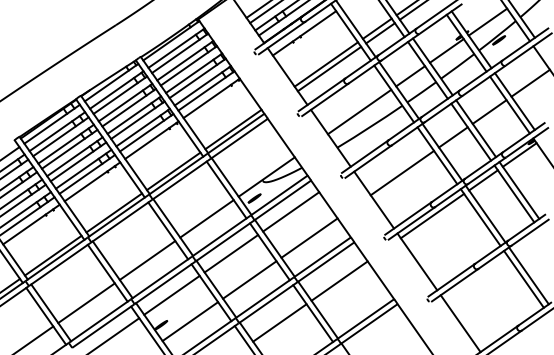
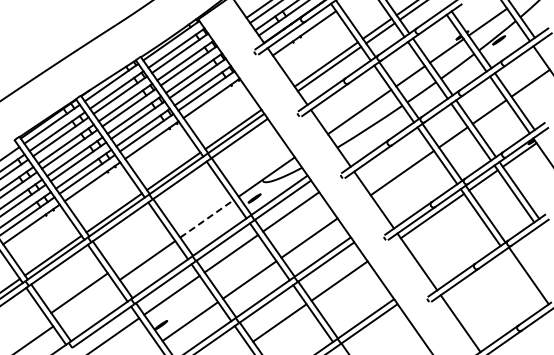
line at (207, 218): solid -> dashed
line at (523, 278): present -> none
line at (86, 303) position: (86, 303) -> (79, 293)
